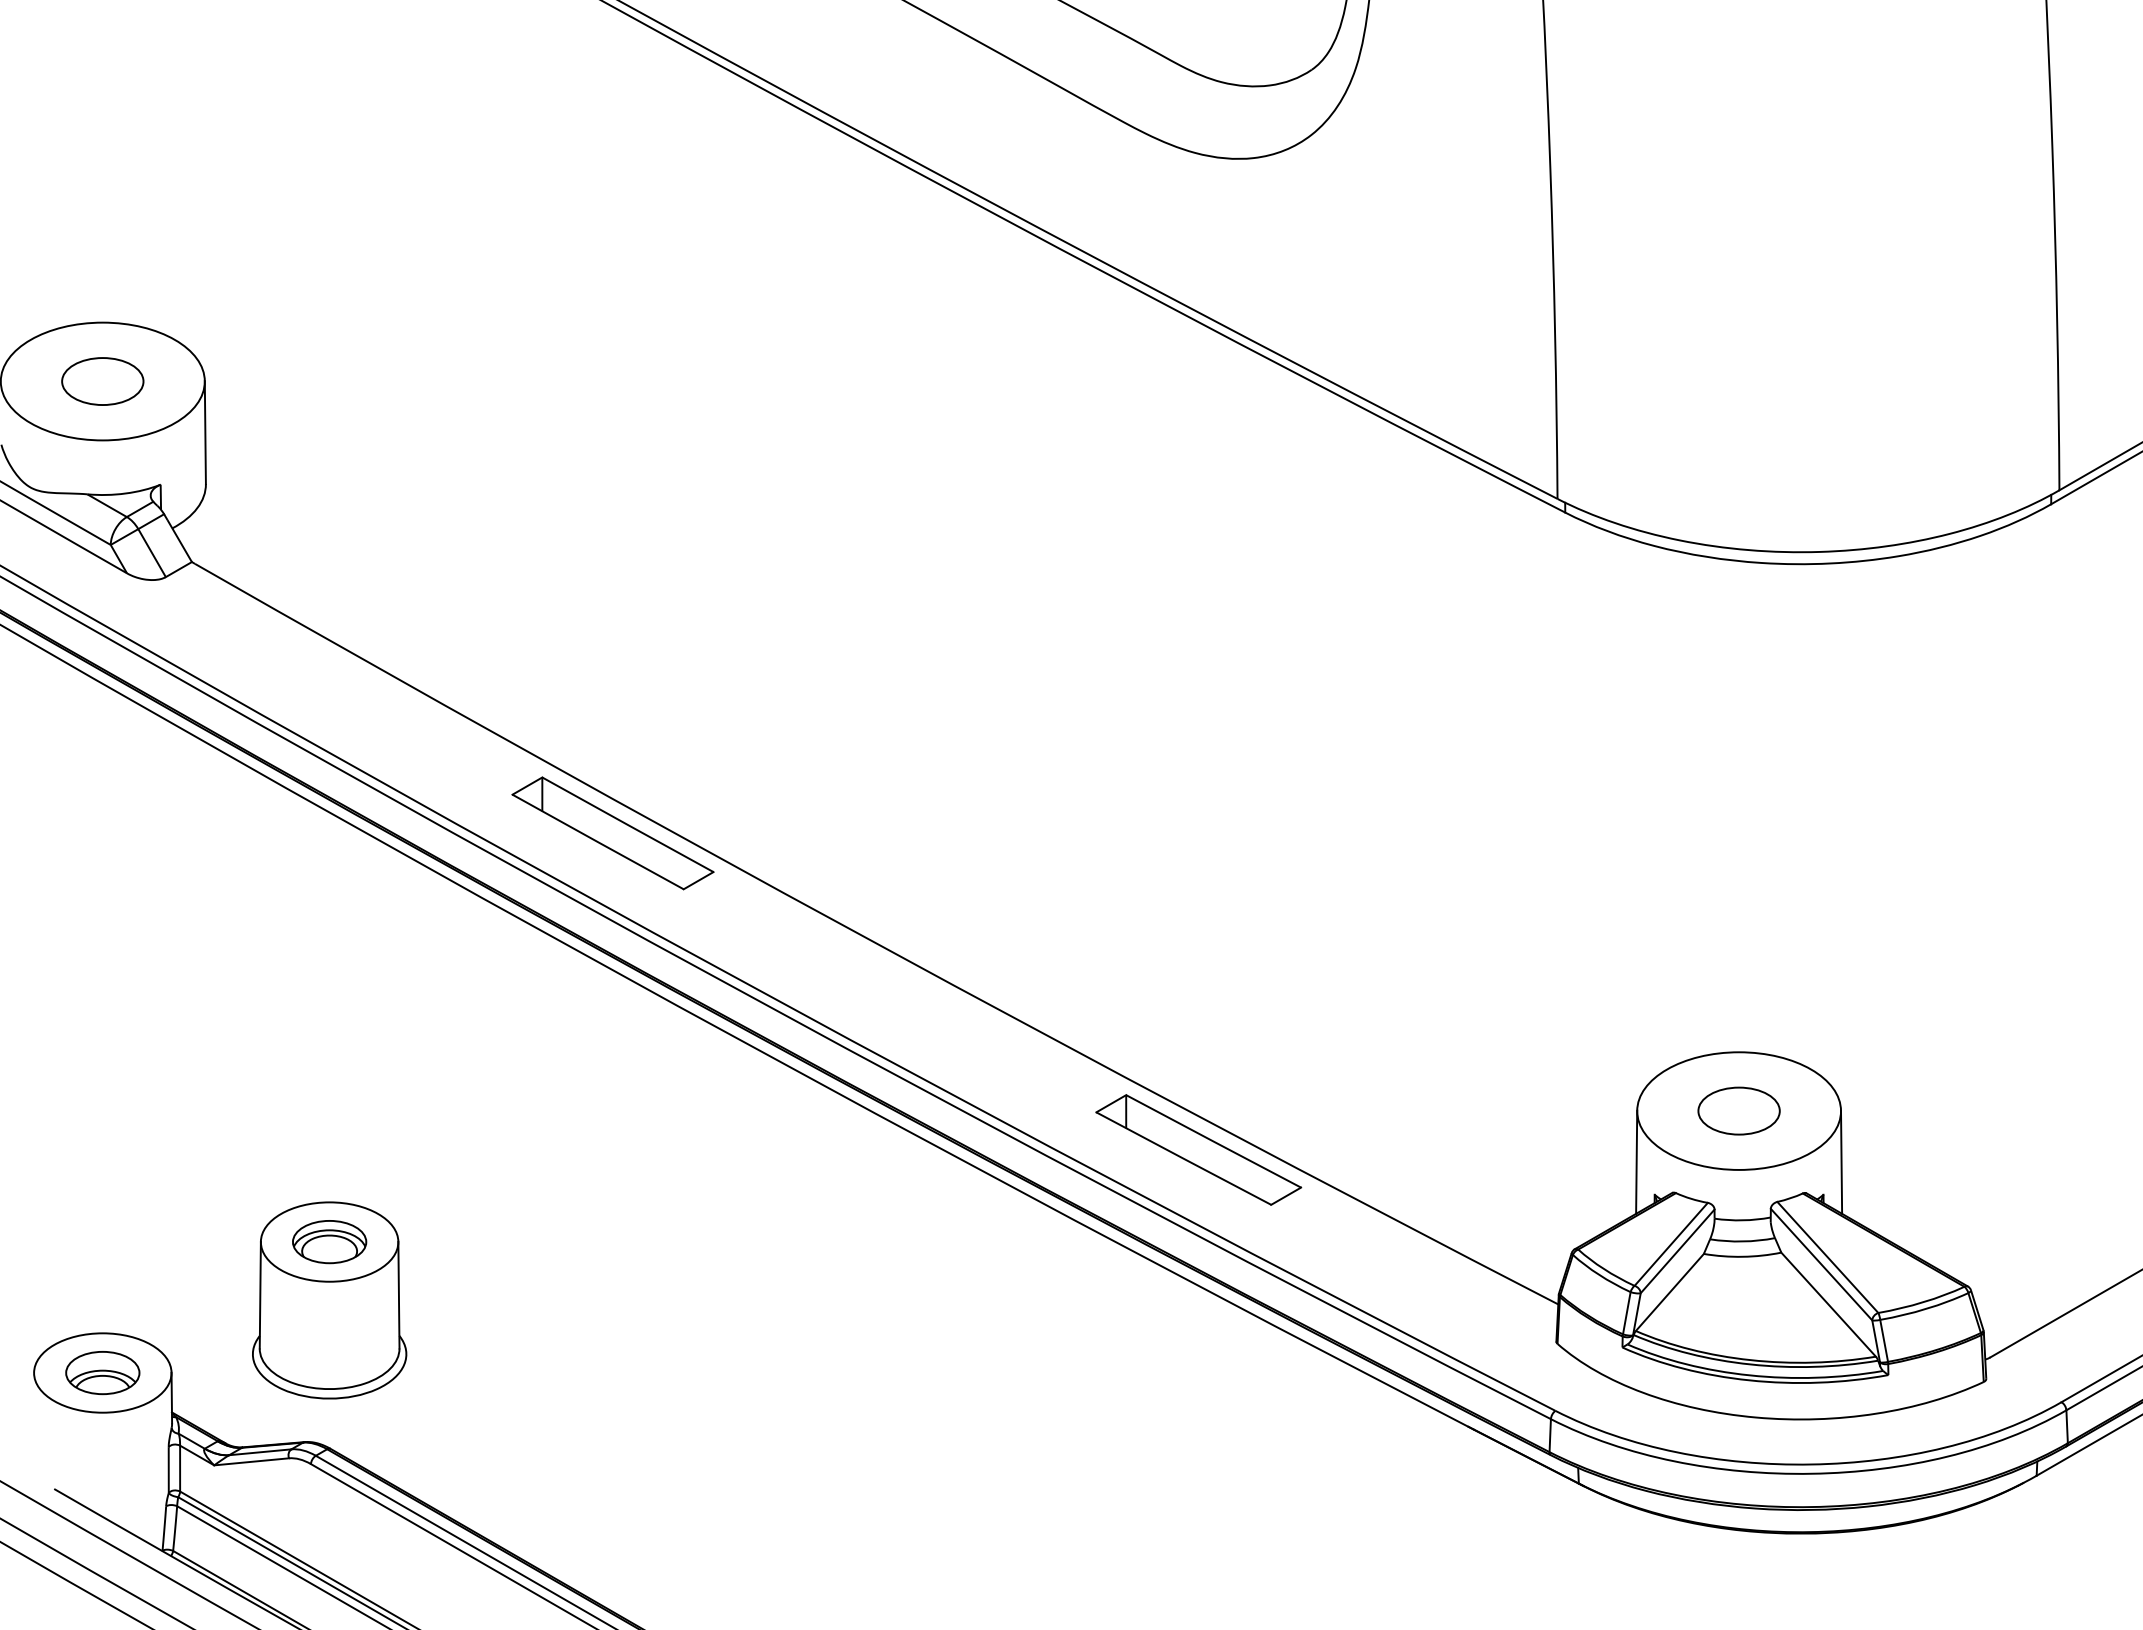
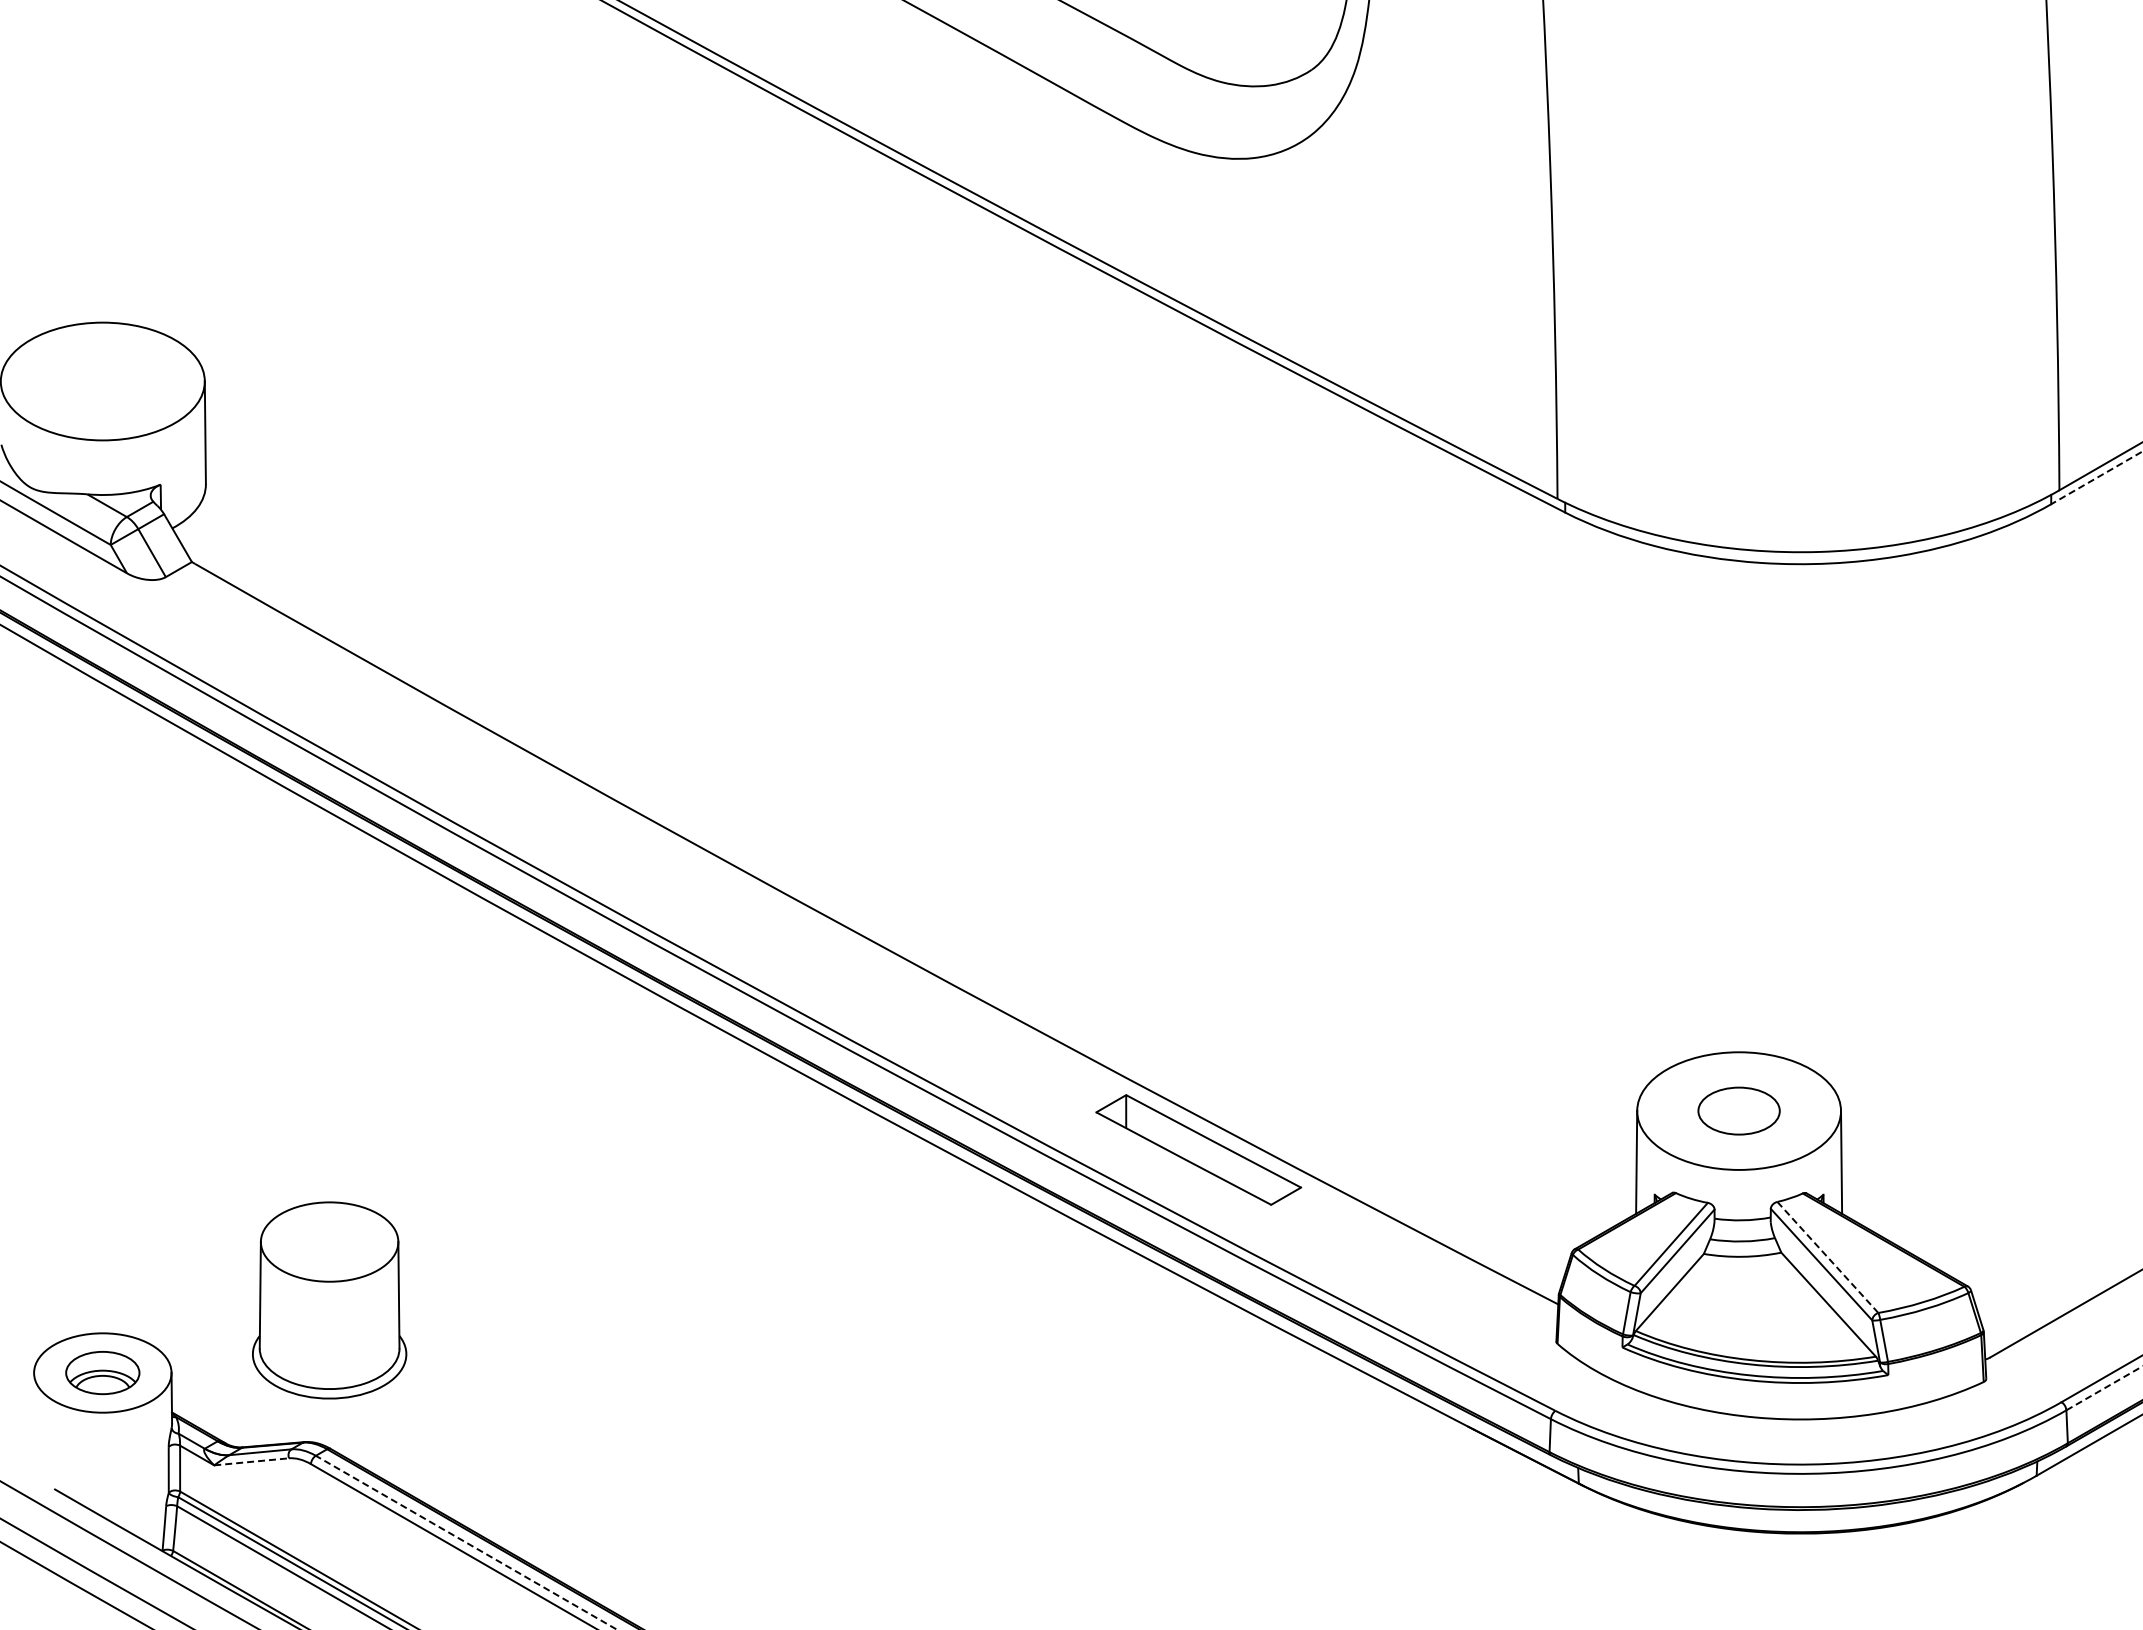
part at (102, 381): present -> none
line at (2097, 477): solid -> dashed
part at (612, 833): present -> none
part at (329, 1242): present -> none
line at (1827, 1257): solid -> dashed
line at (2104, 1388): solid -> dashed
line at (251, 1461): solid -> dashed
line at (466, 1542): solid -> dashed
